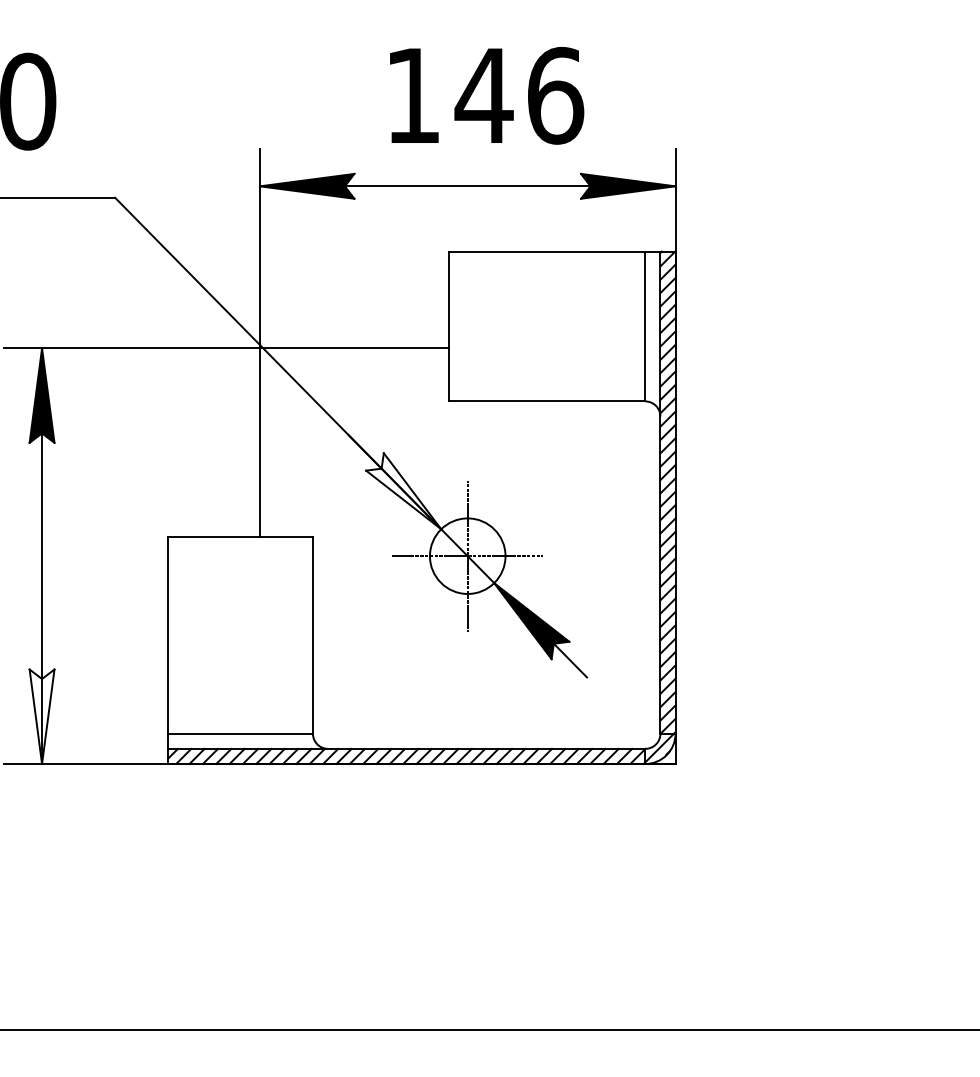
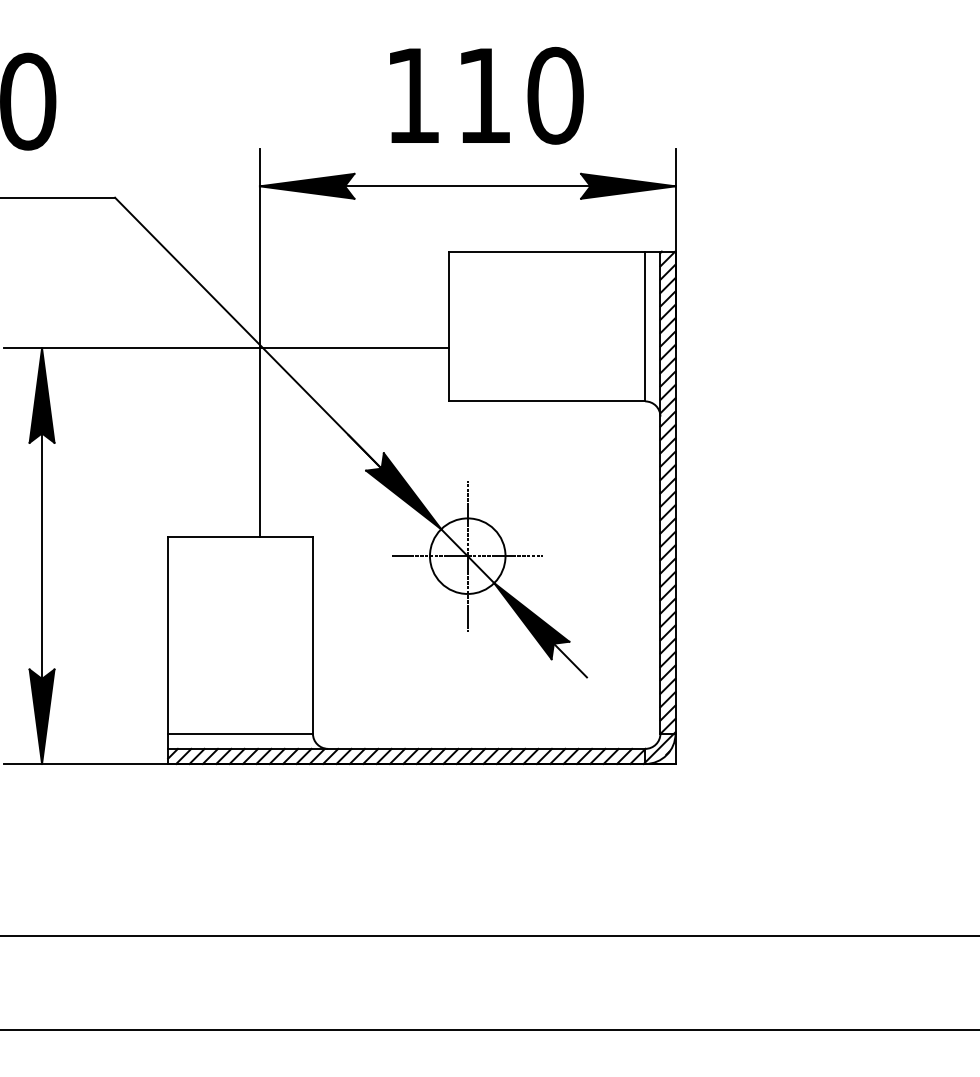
text at (519, 95): 146 -> 110
fill at (403, 491): none -> present
fill at (41, 716): none -> present
line at (489, 935): none -> present
